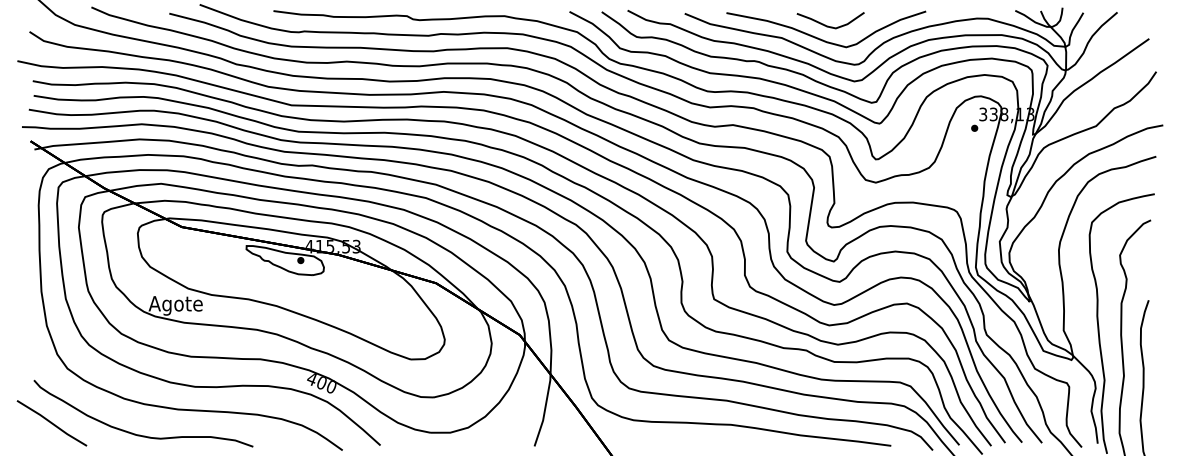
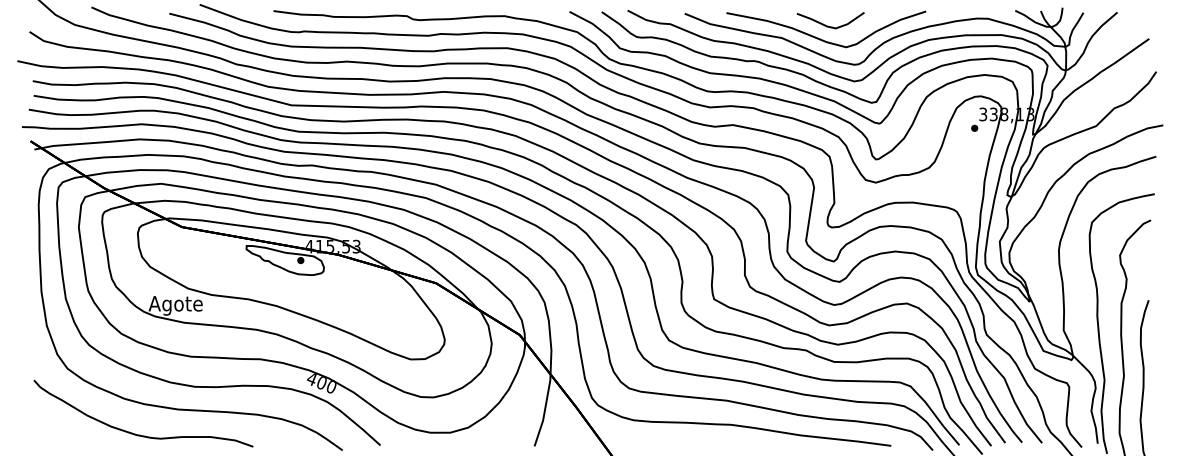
line at (51, 423): present -> none
